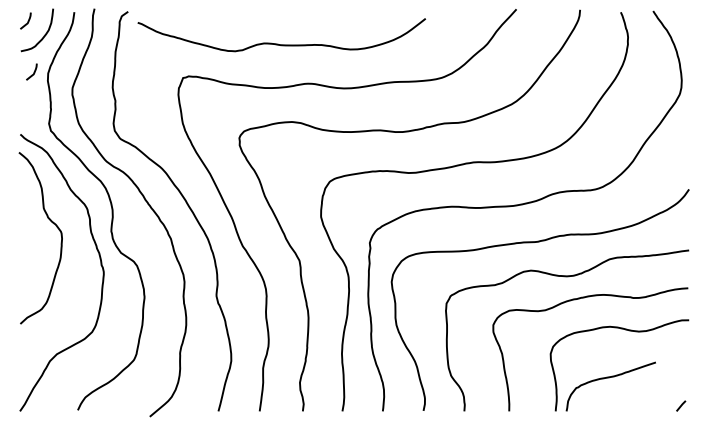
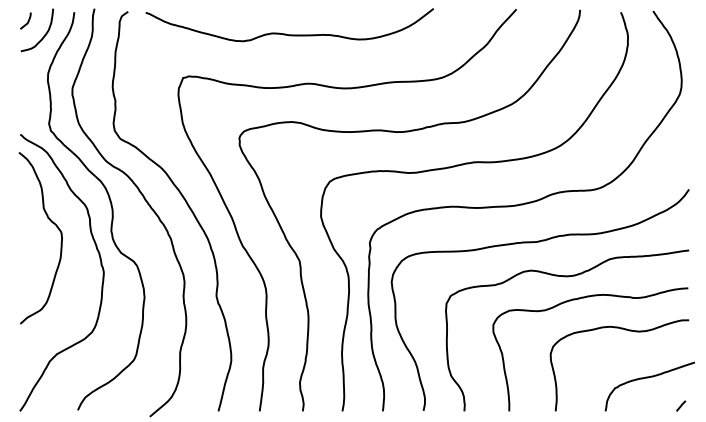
curve at (278, 43) position: (278, 43) -> (286, 33)
curve at (33, 72): present -> none
curve at (609, 378) position: (609, 378) -> (648, 378)
